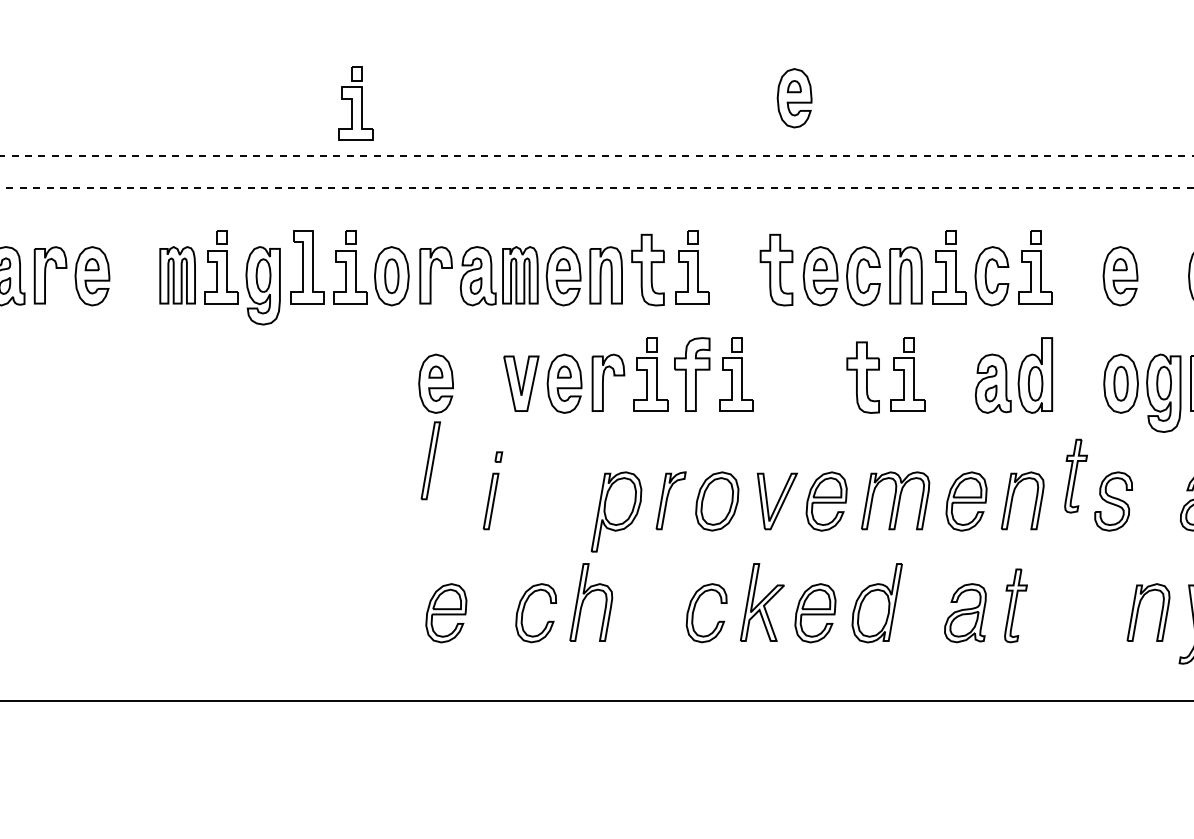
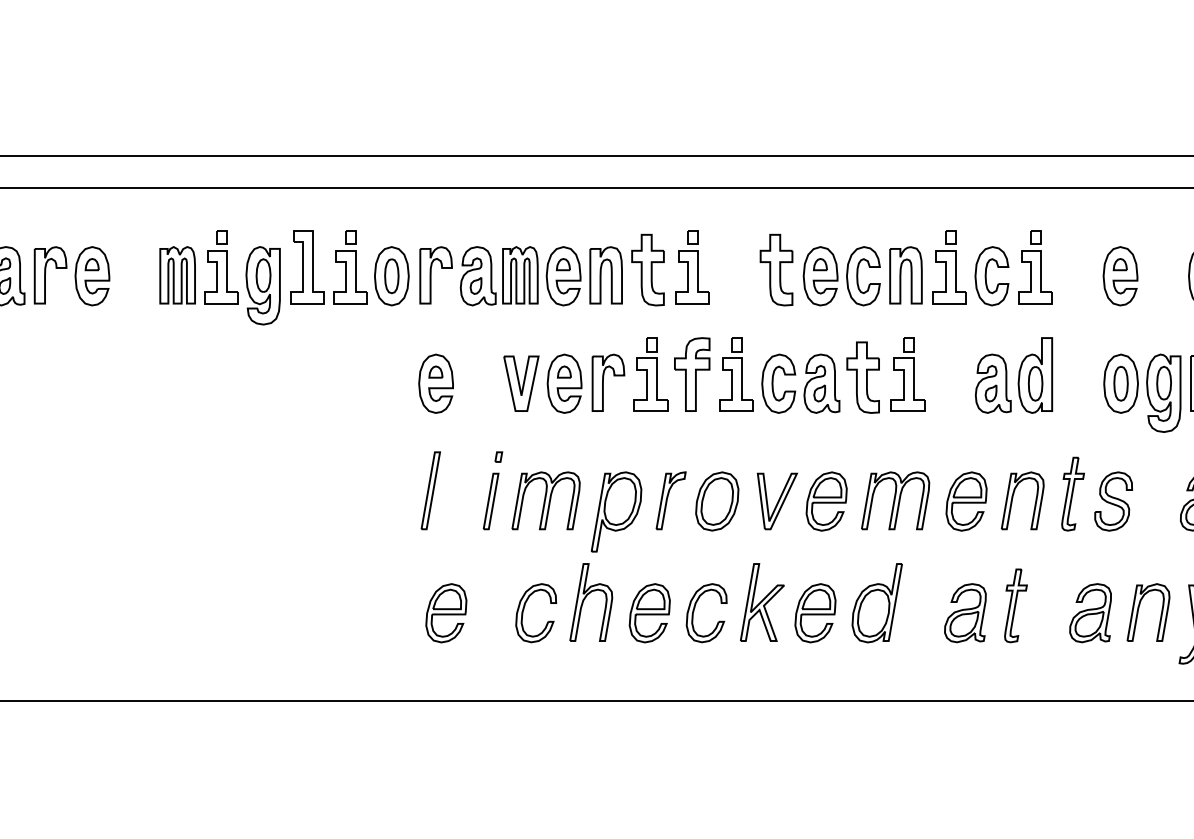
part at (794, 98): present -> none
part at (355, 103): present -> none
line at (597, 155): dashed -> solid
line at (597, 187): dashed -> solid
part at (800, 383): none -> present
part at (430, 460) position: (430, 460) -> (430, 490)
part at (1075, 475) position: (1075, 475) -> (1072, 493)
part at (545, 500): none -> present
part at (649, 613): none -> present
part at (1090, 613): none -> present
